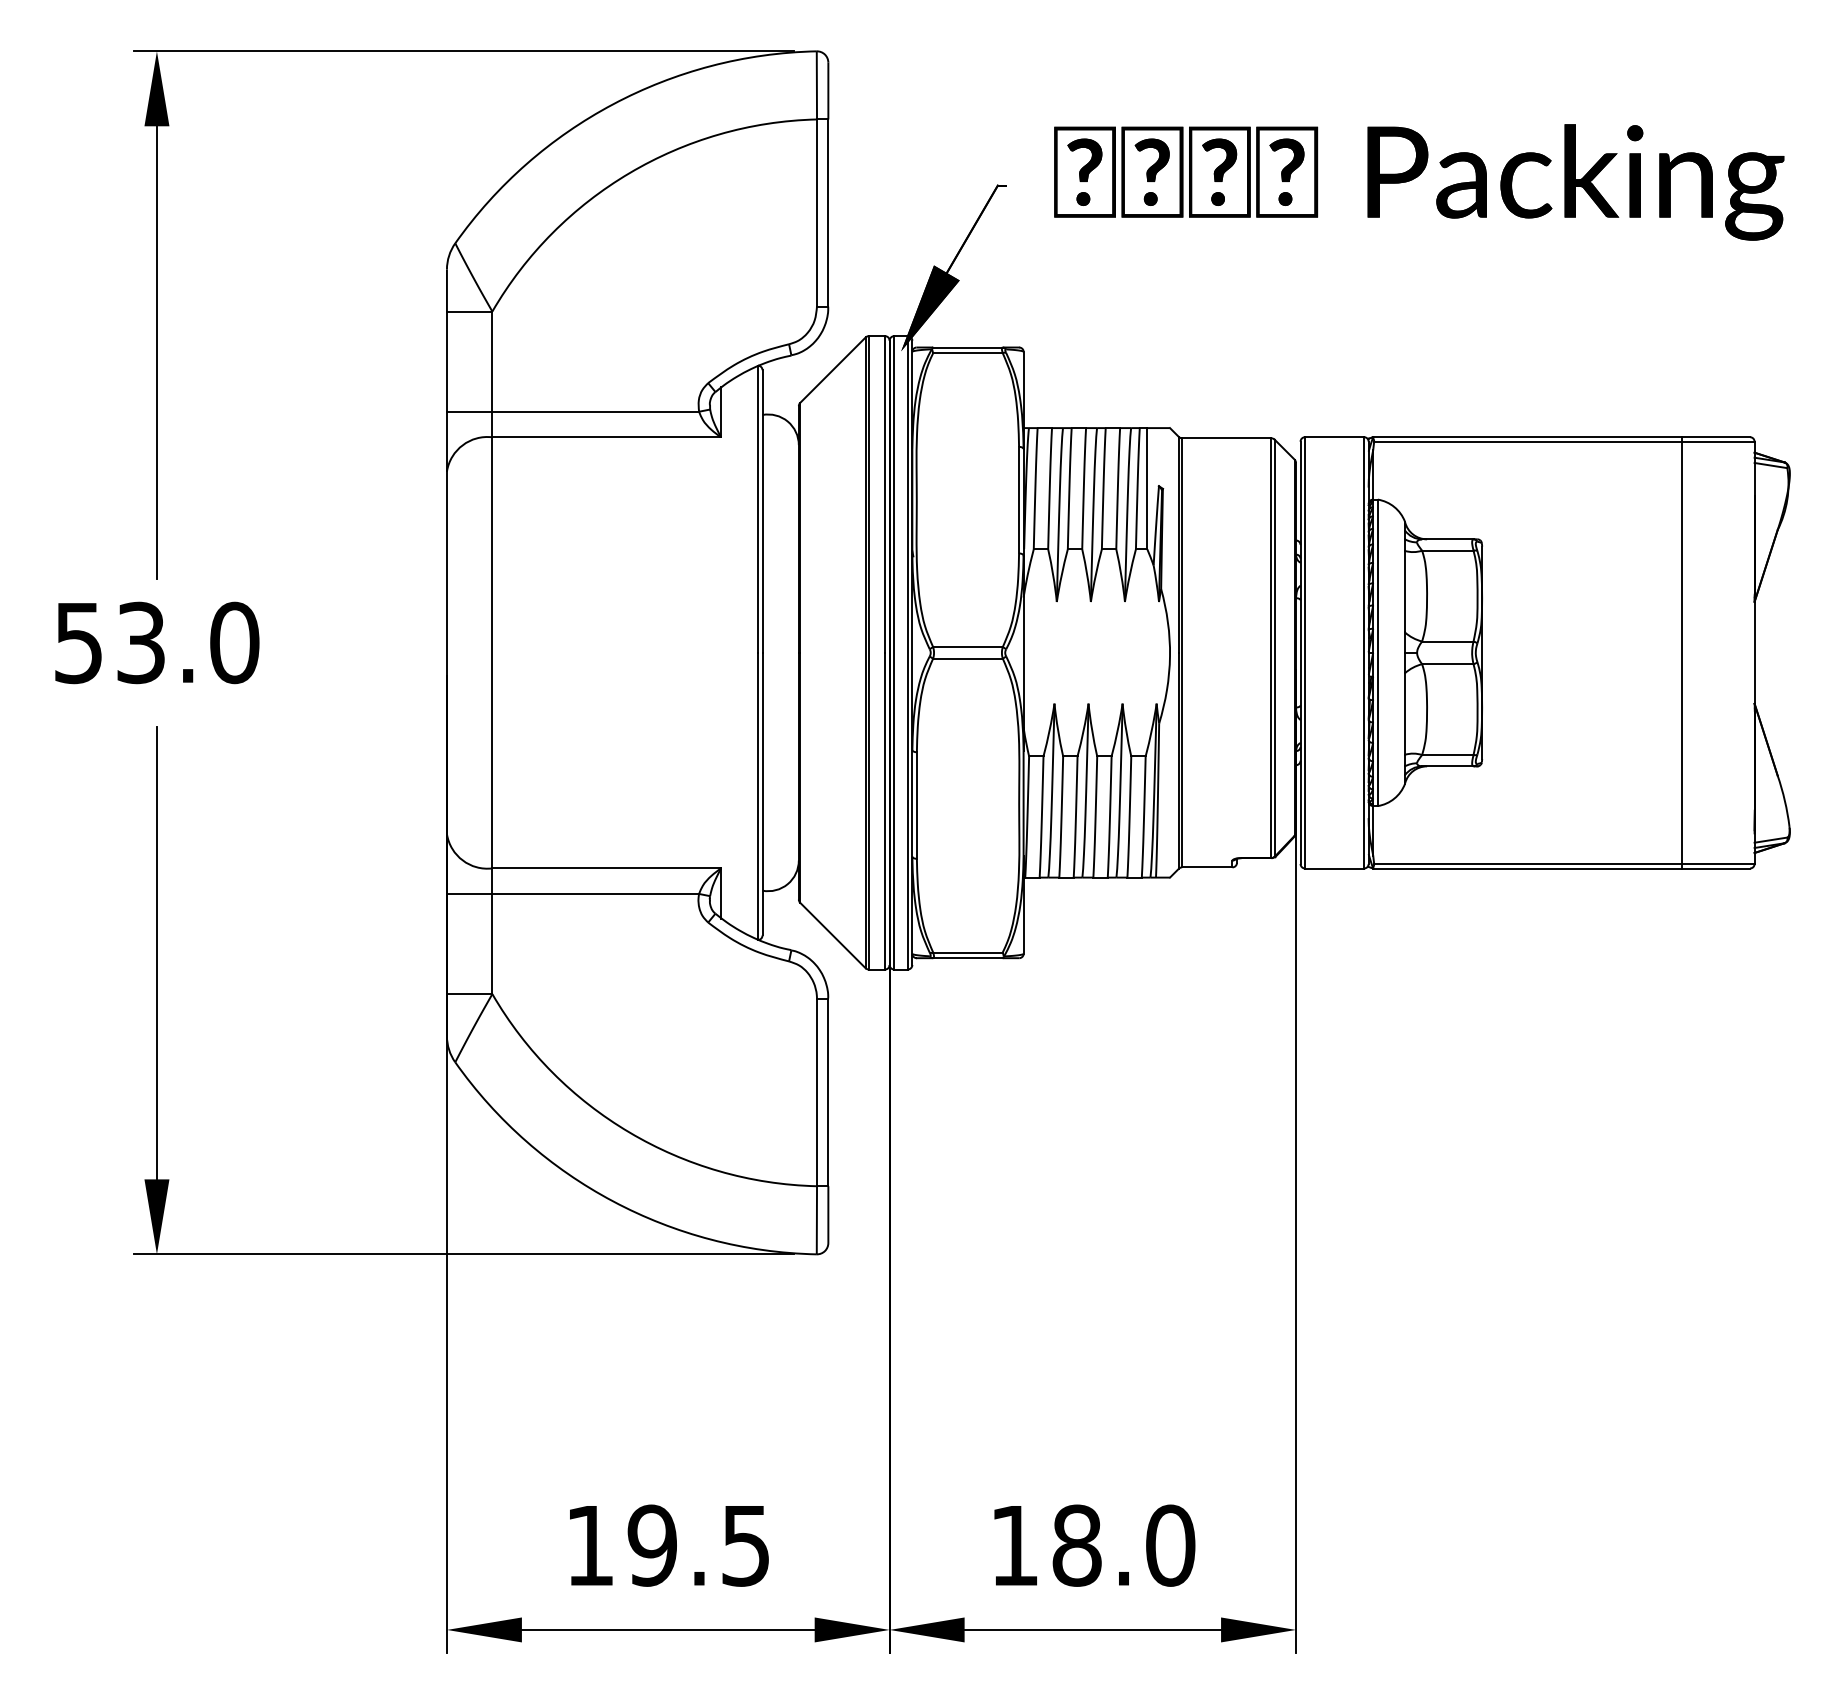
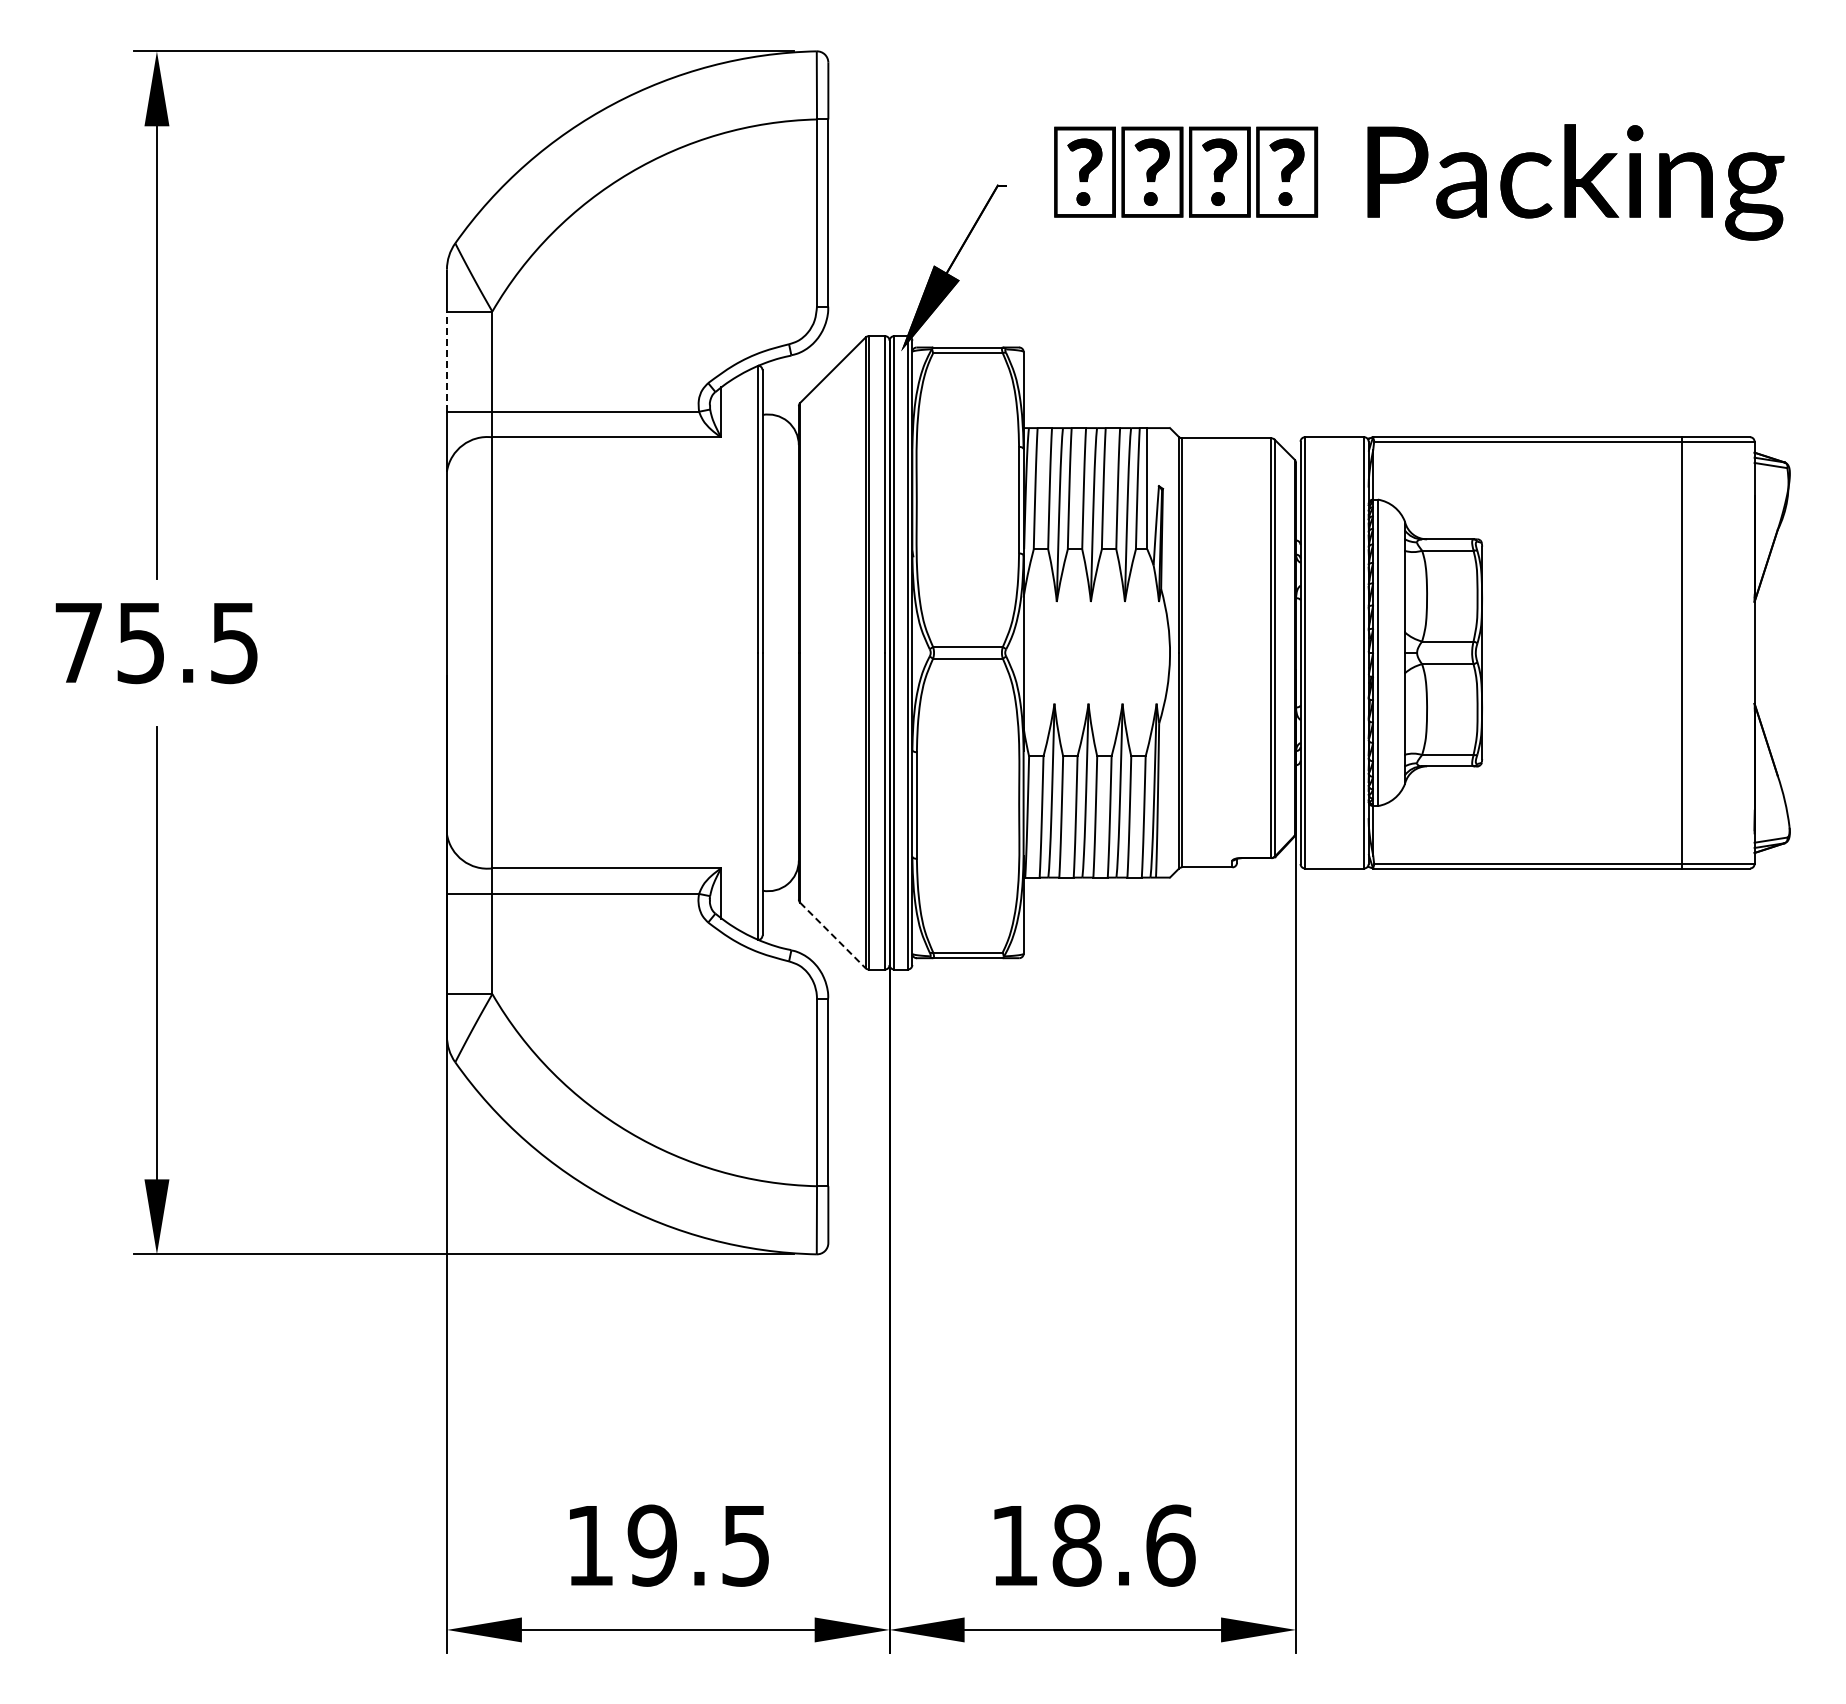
line at (446, 361): solid -> dashed
text at (157, 642): 53.0 -> 75.5
line at (833, 935): solid -> dashed
text at (1170, 1545): 18.0 -> 18.6
